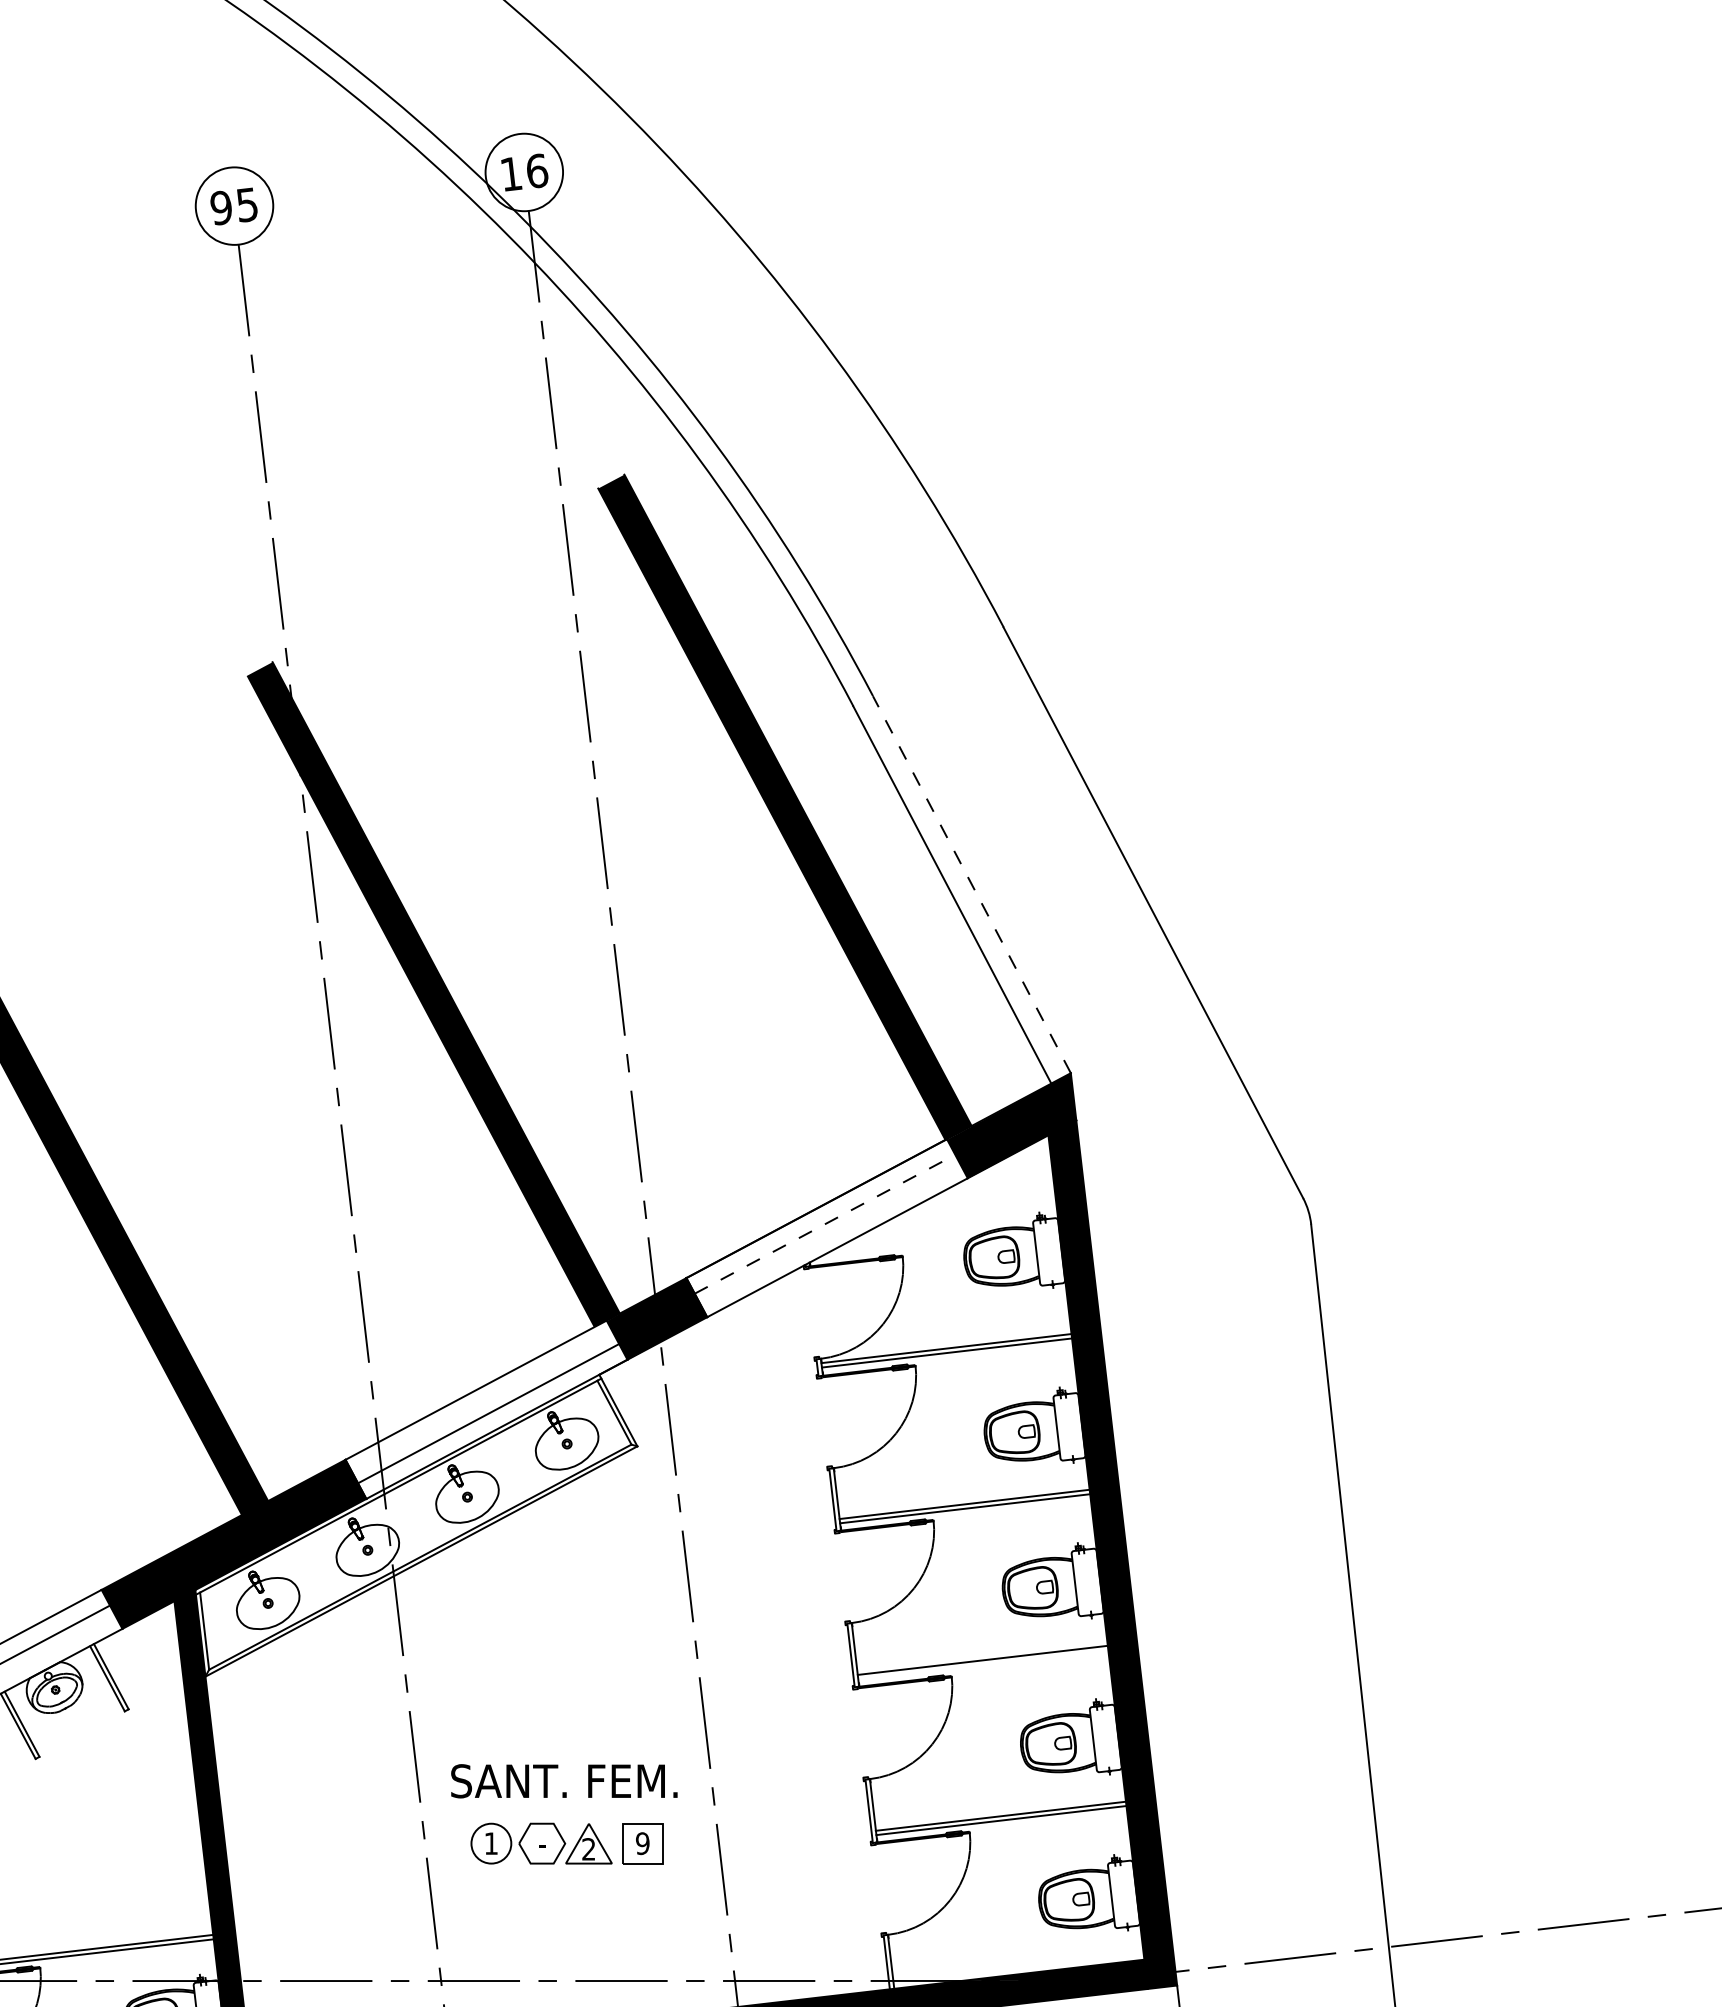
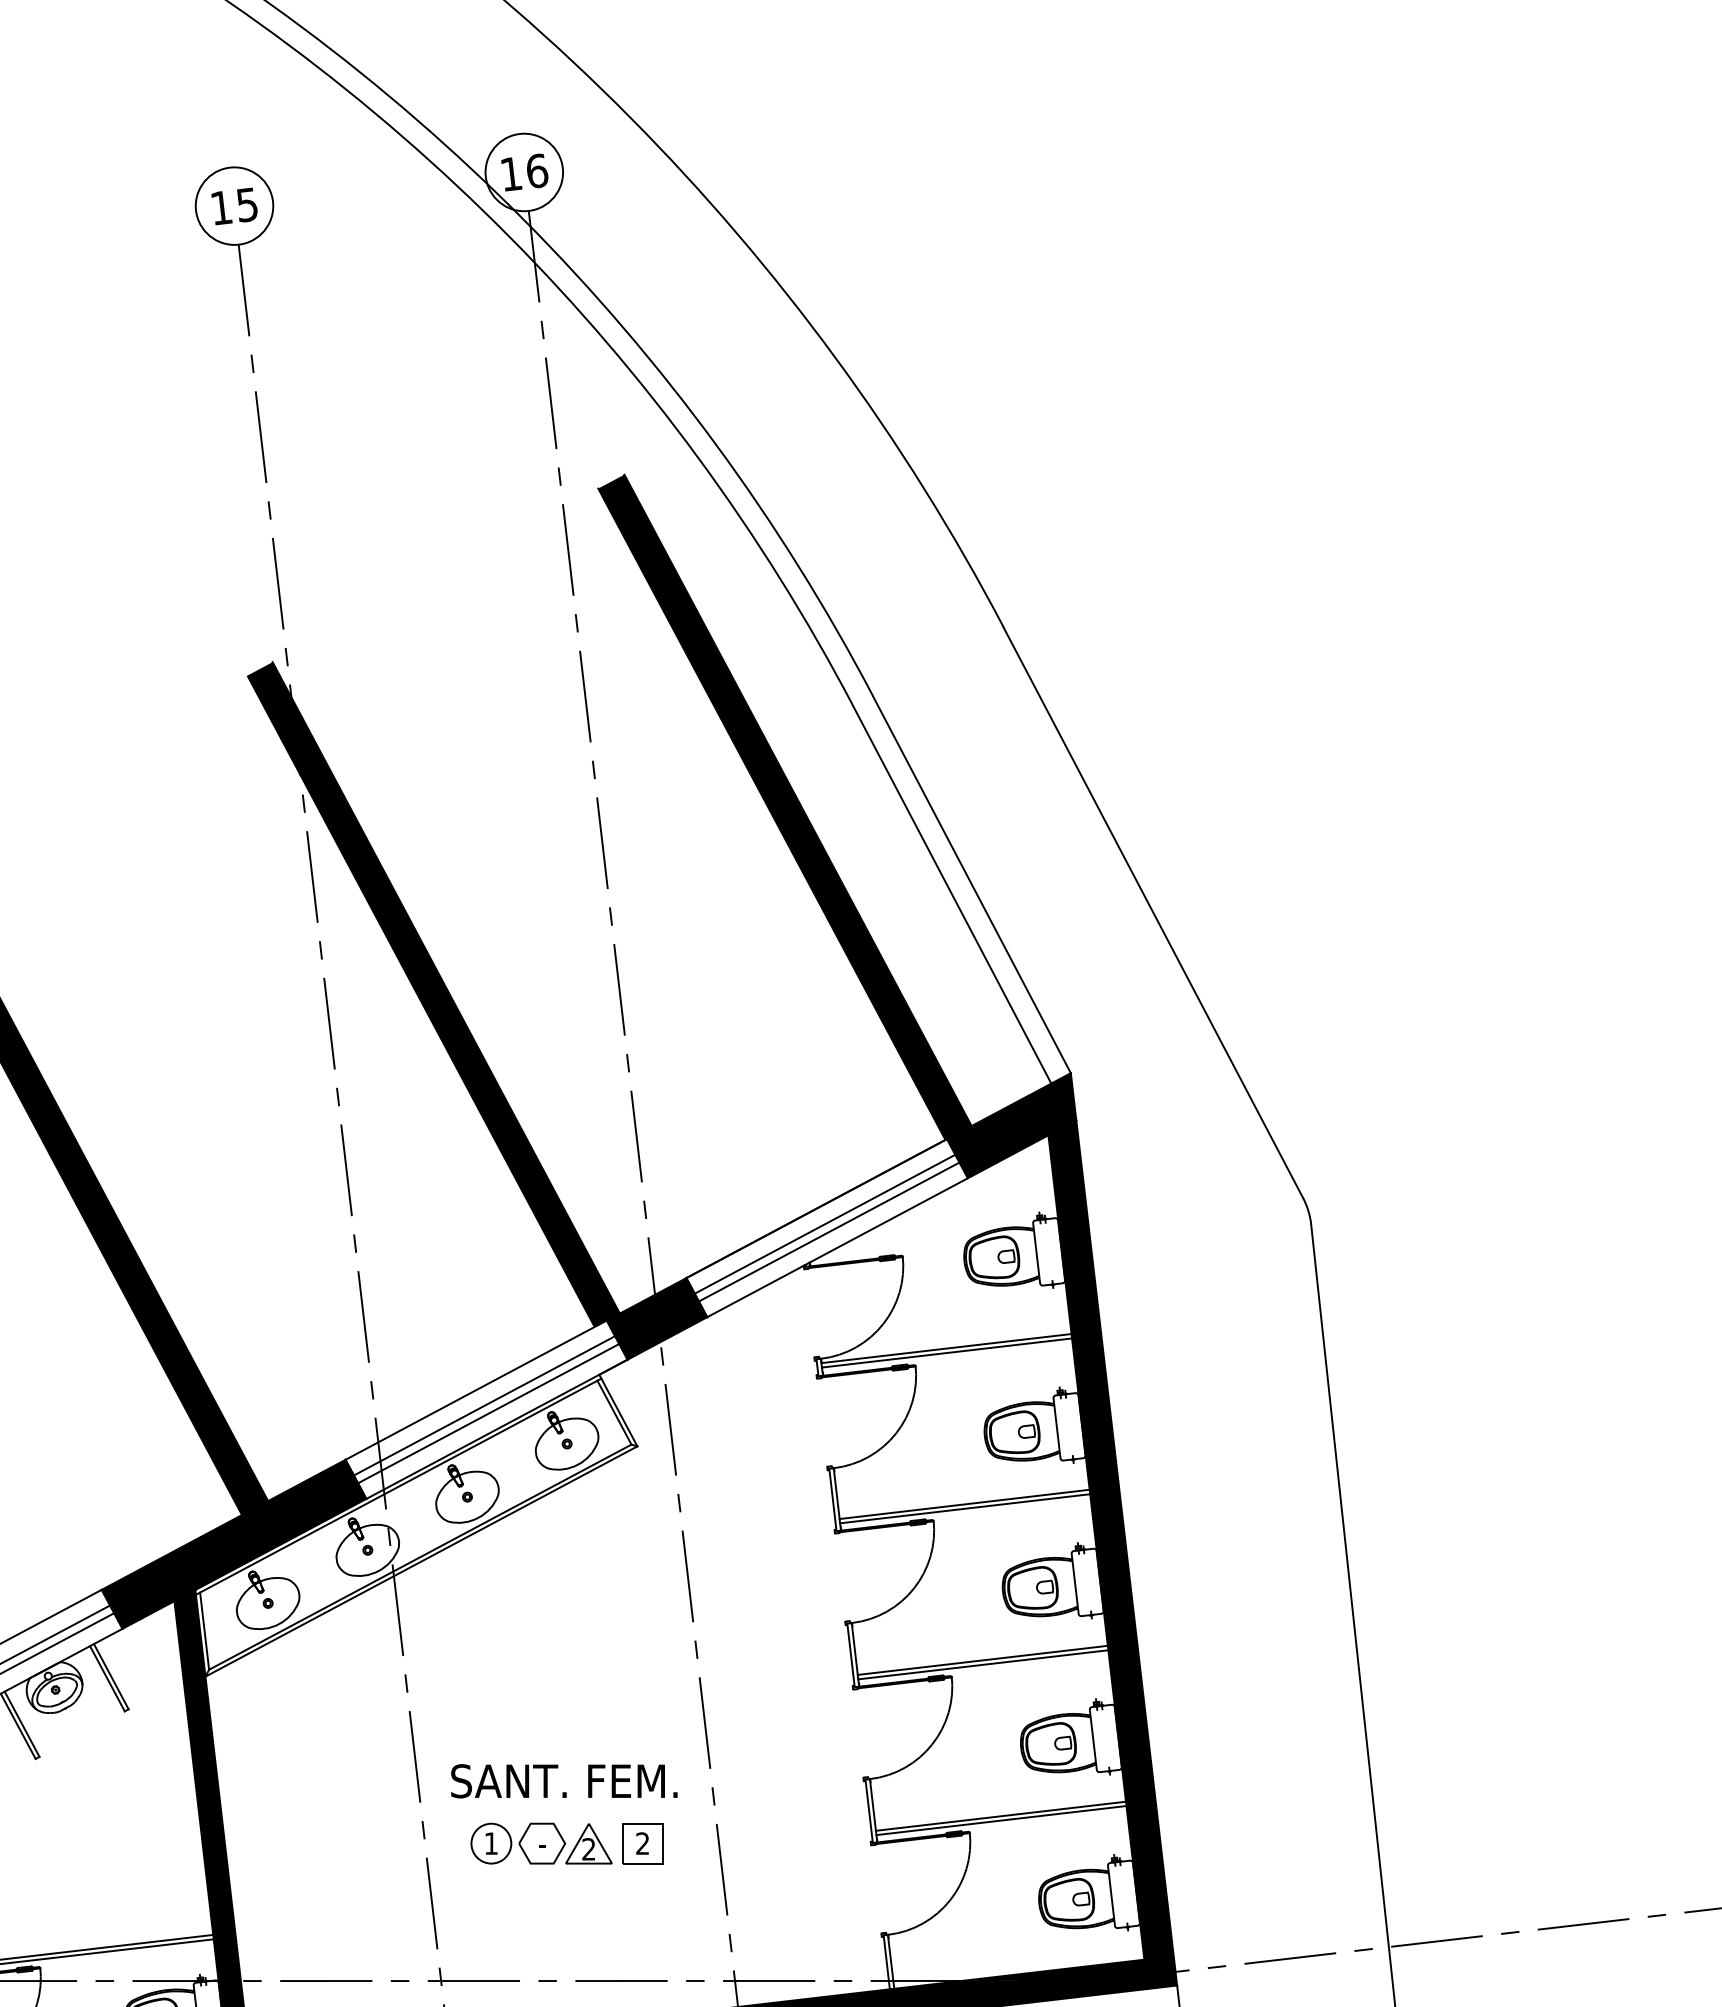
text at (221, 207): 95 -> 15
line at (971, 884): dashed -> solid
line at (824, 1224): dashed -> solid
line at (828, 1231): none -> present
line at (483, 1405): none -> present
line at (58, 1643): none -> present
line at (983, 1664): none -> present
text at (642, 1843): 9 -> 2
